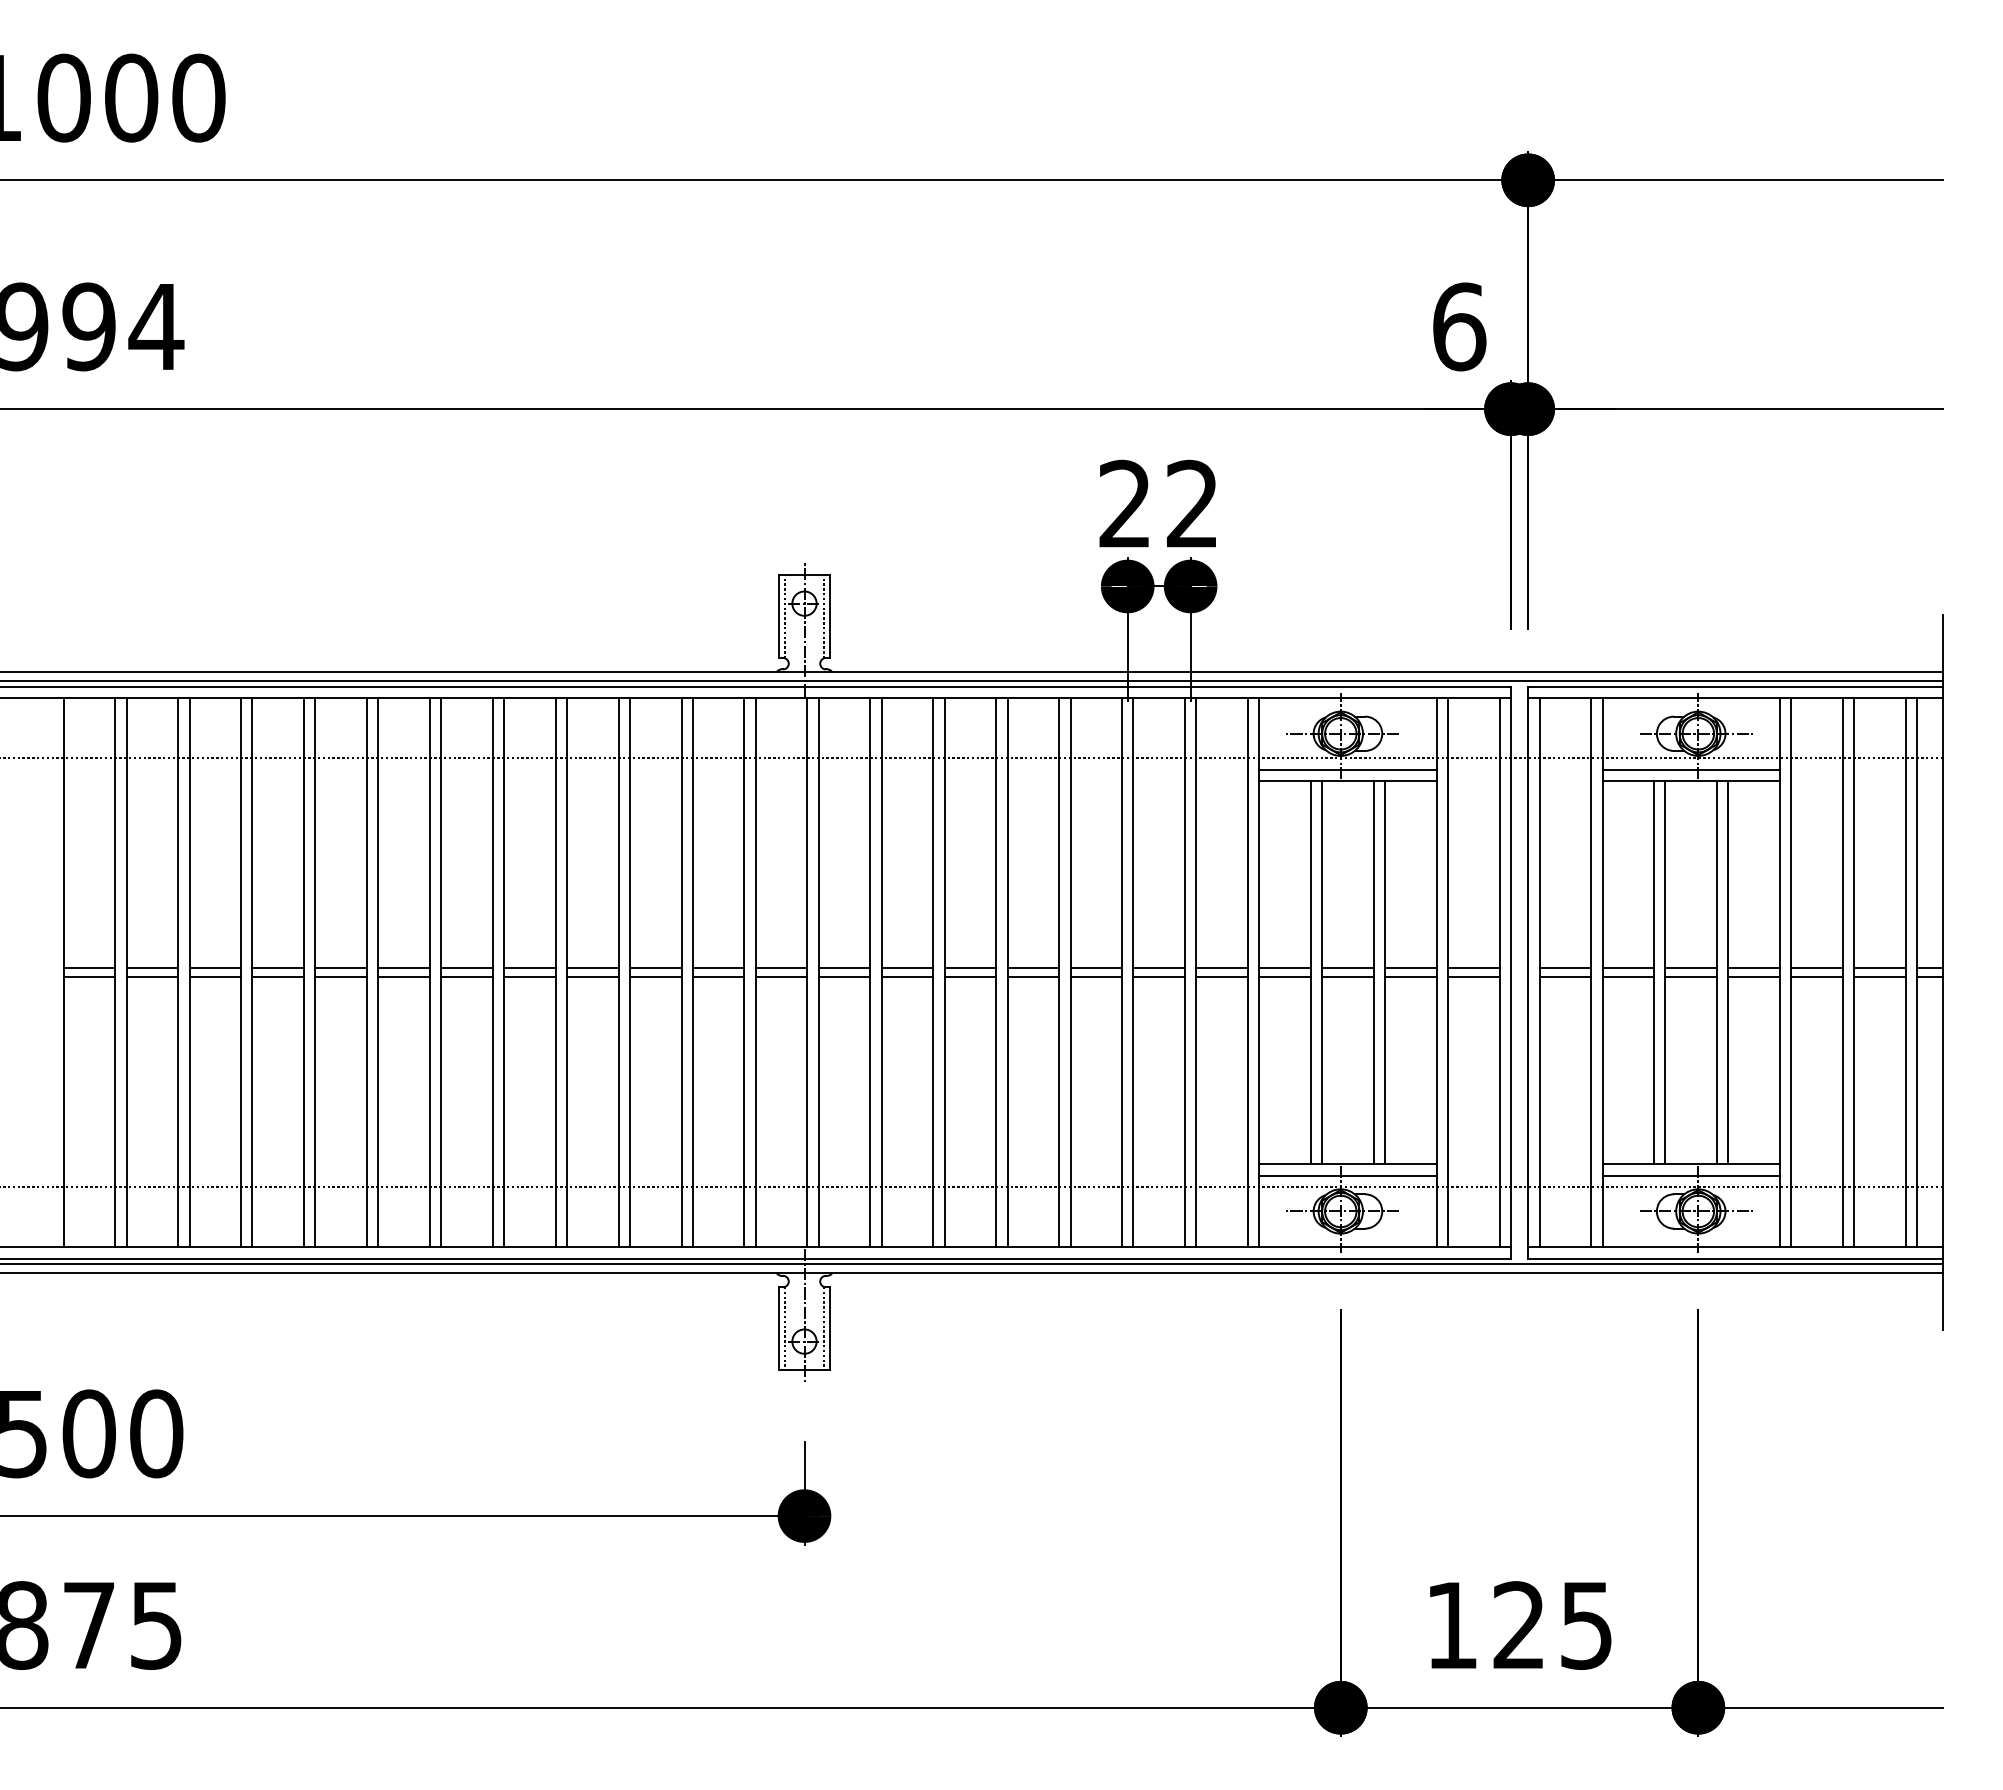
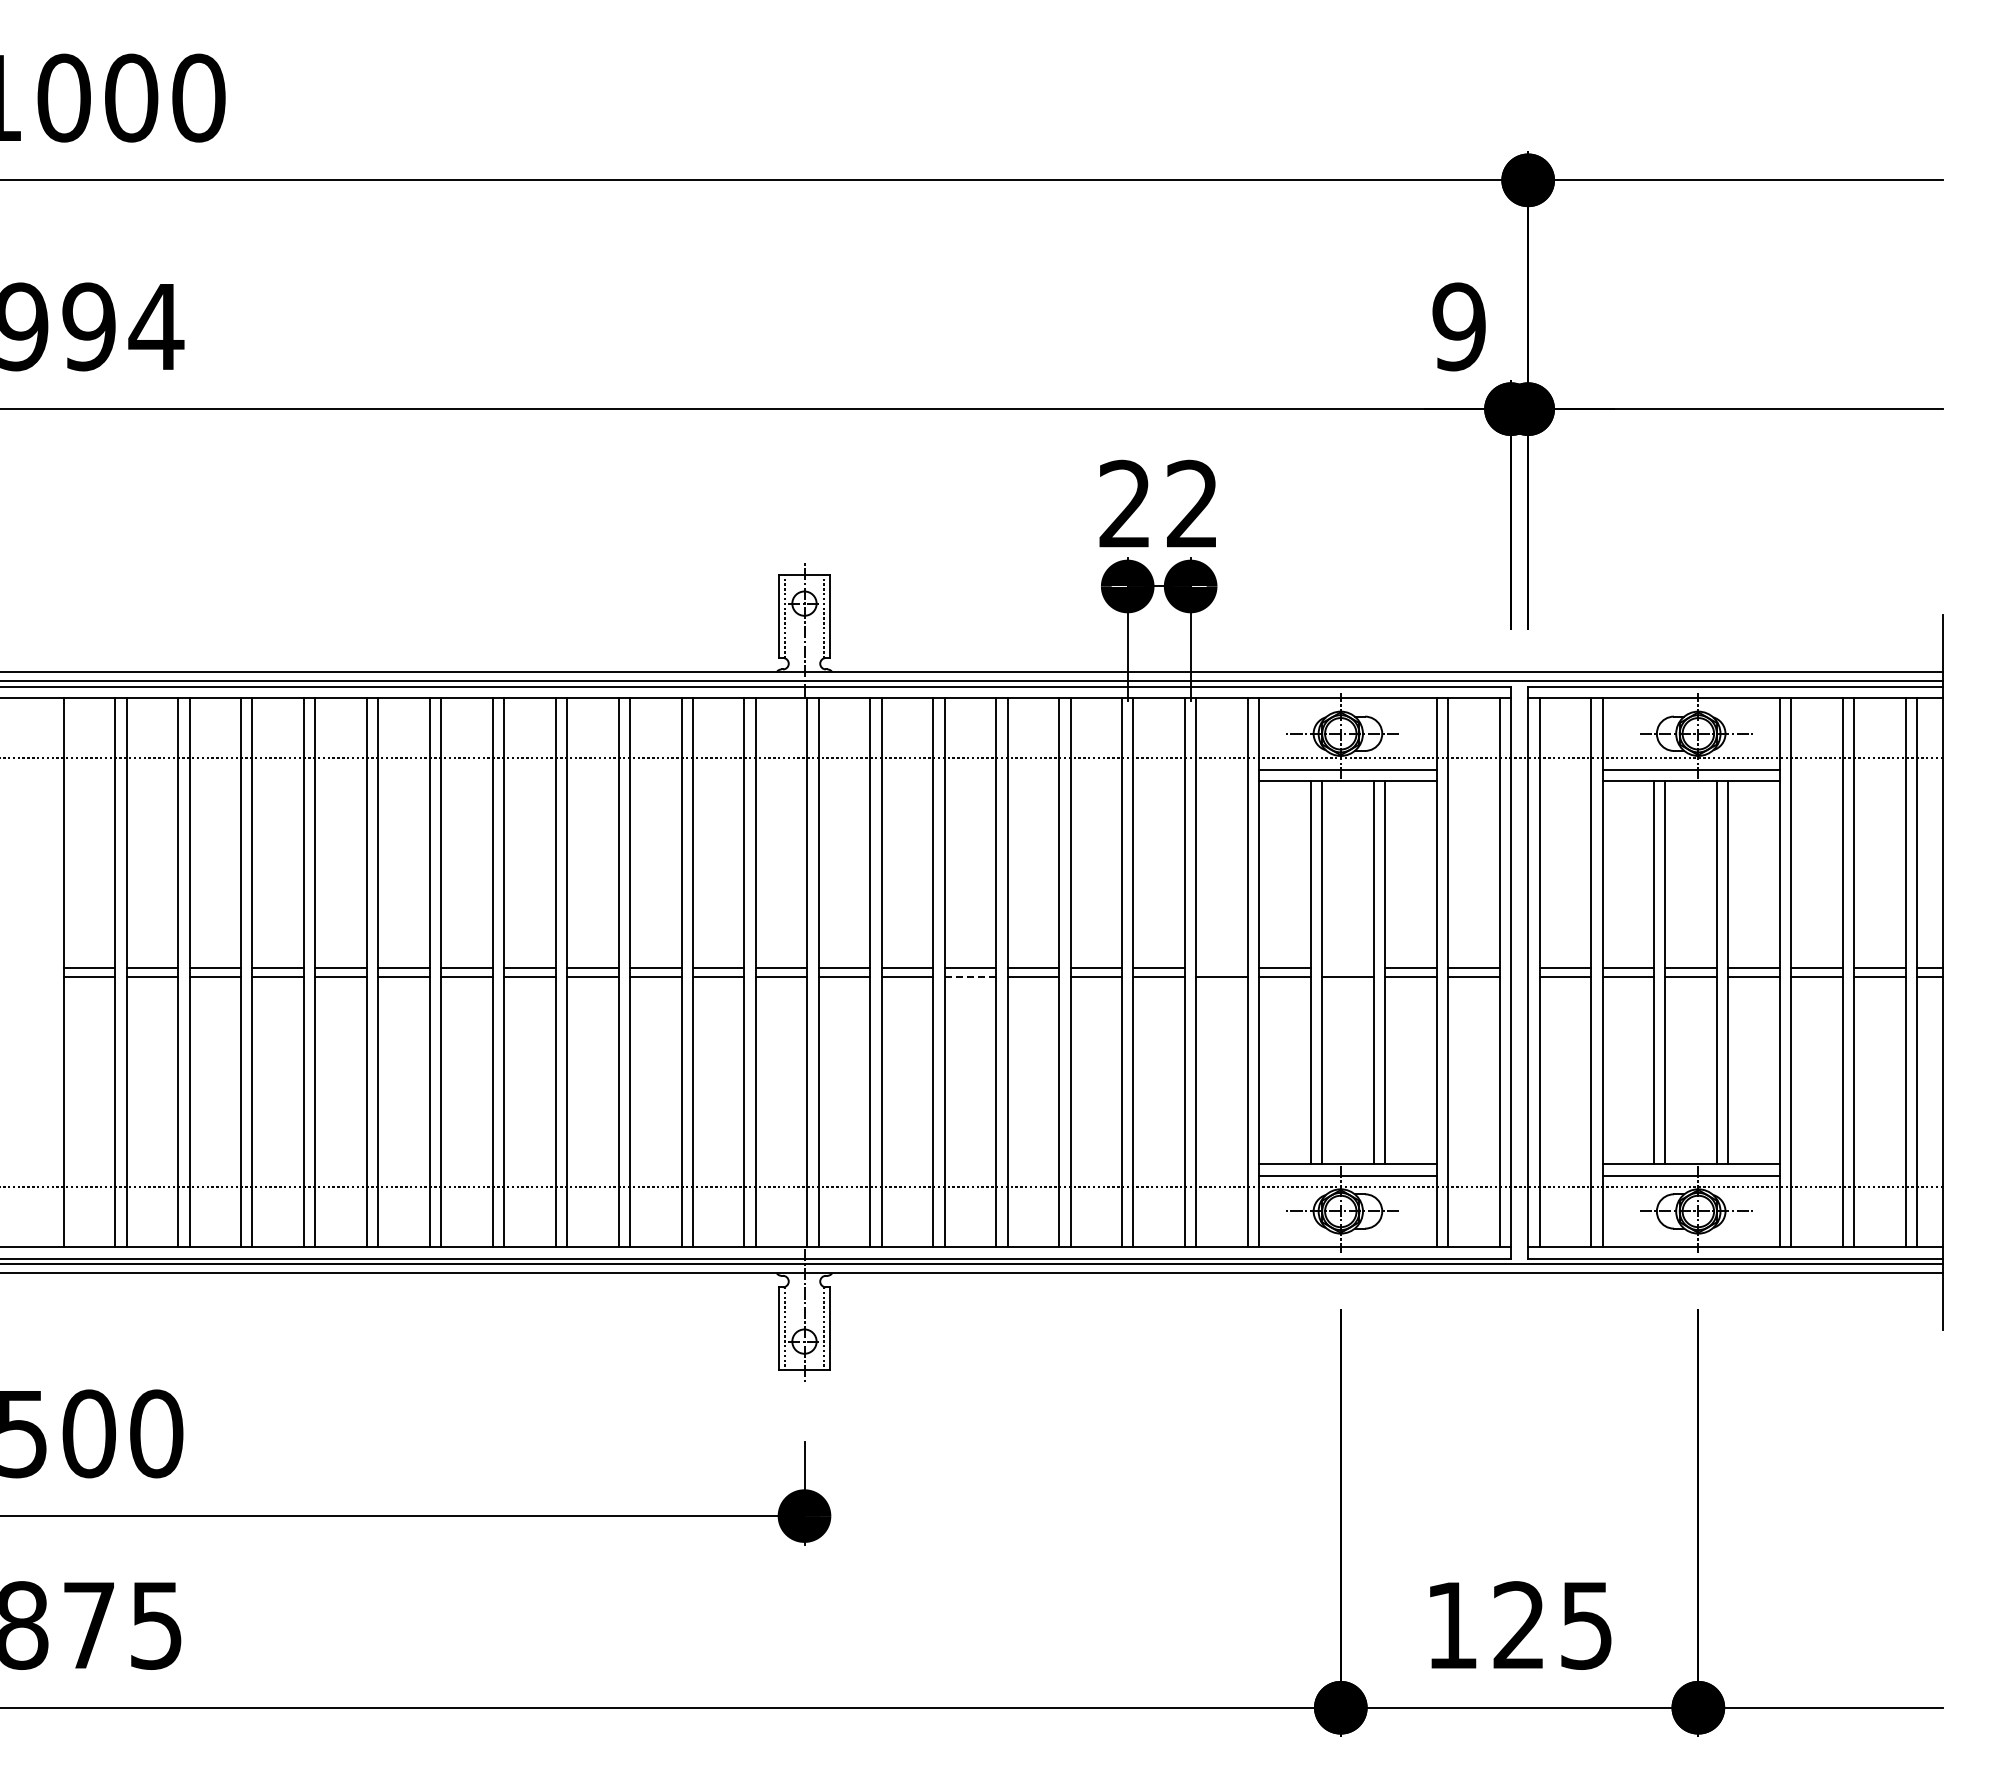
text at (1459, 326): 6 -> 9
line at (1221, 968): present -> none
line at (1347, 968): present -> none
line at (970, 976): solid -> dashed
